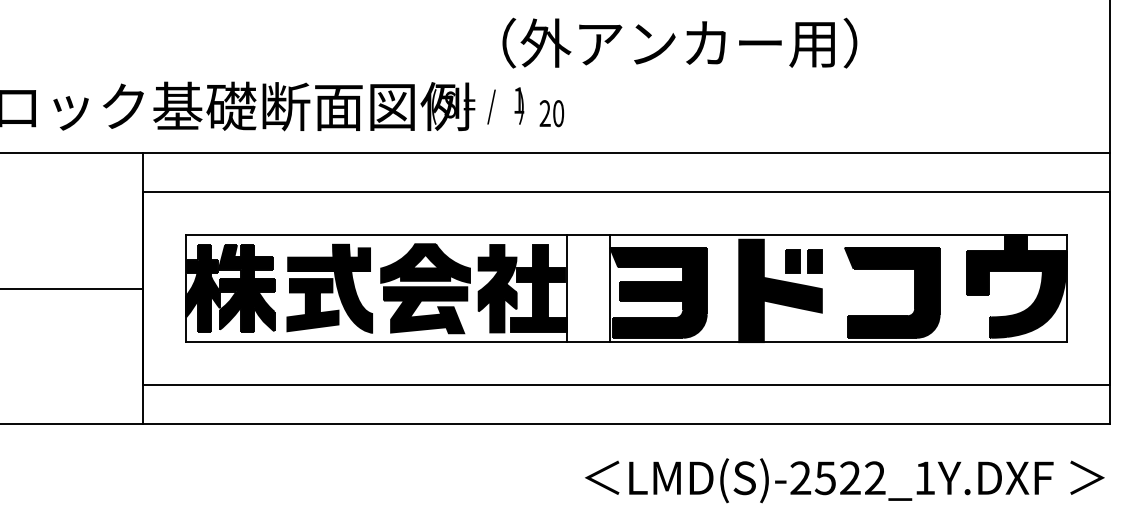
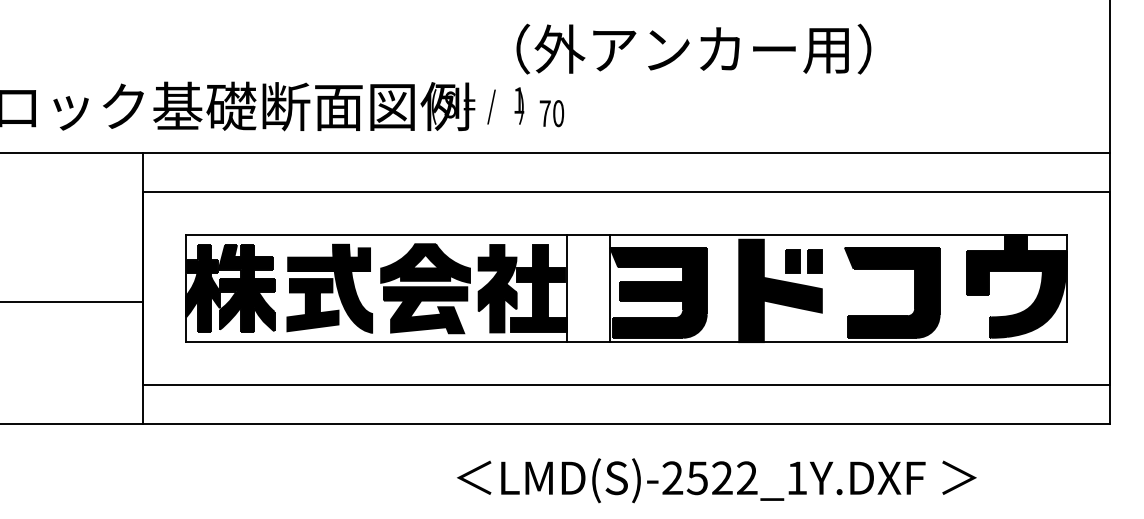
text at (679, 42) position: (679, 42) -> (693, 48)
text at (544, 113): 20 -> 70
line at (72, 288) position: (72, 288) -> (72, 301)
text at (844, 480) position: (844, 480) -> (716, 480)
